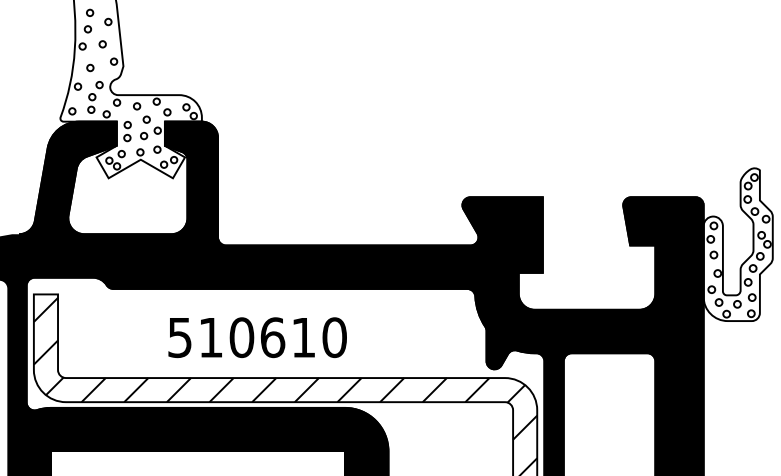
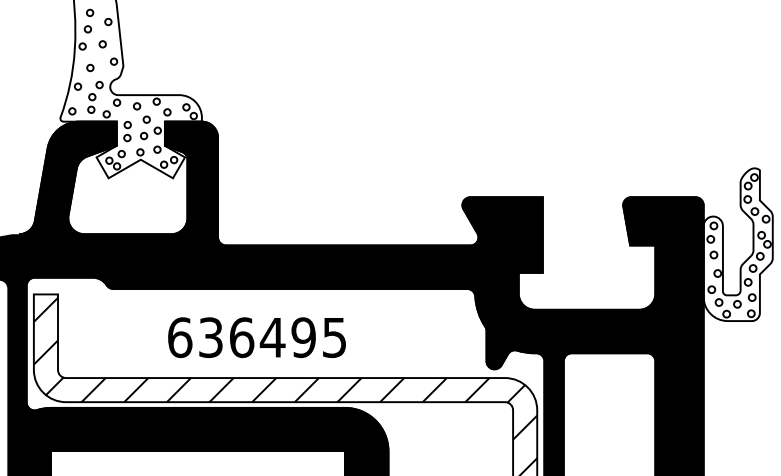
text at (257, 337): 510610 -> 636495
